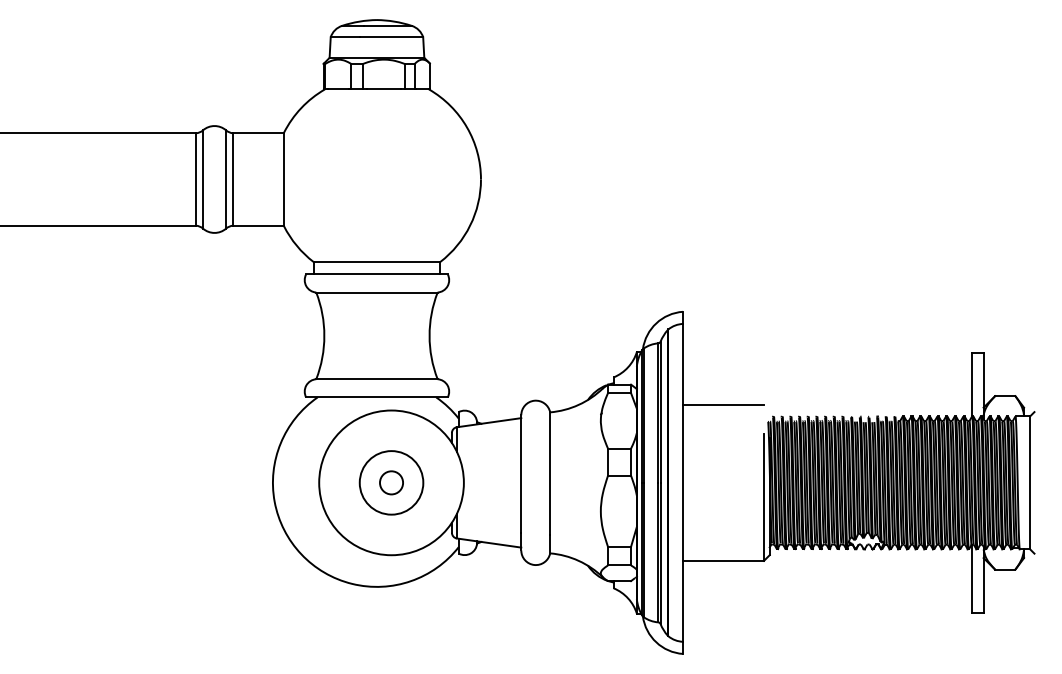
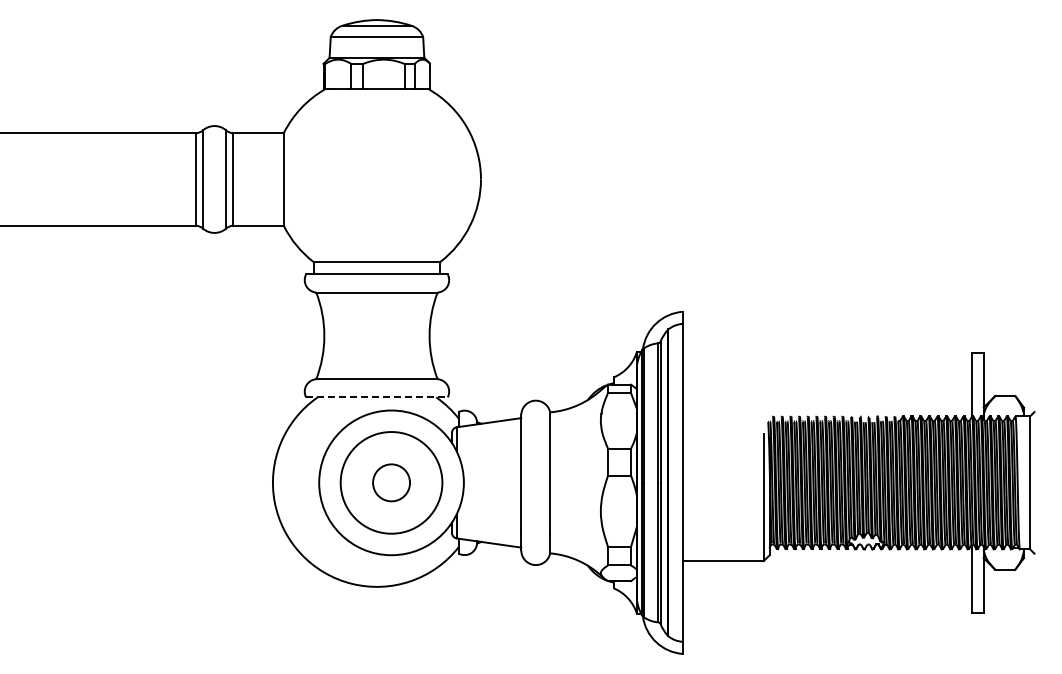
line at (376, 397): solid -> dashed
line at (723, 404): present -> none
circle at (391, 482) diameter: 23 px -> 37 px
circle at (391, 482) diameter: 64 px -> 102 px
